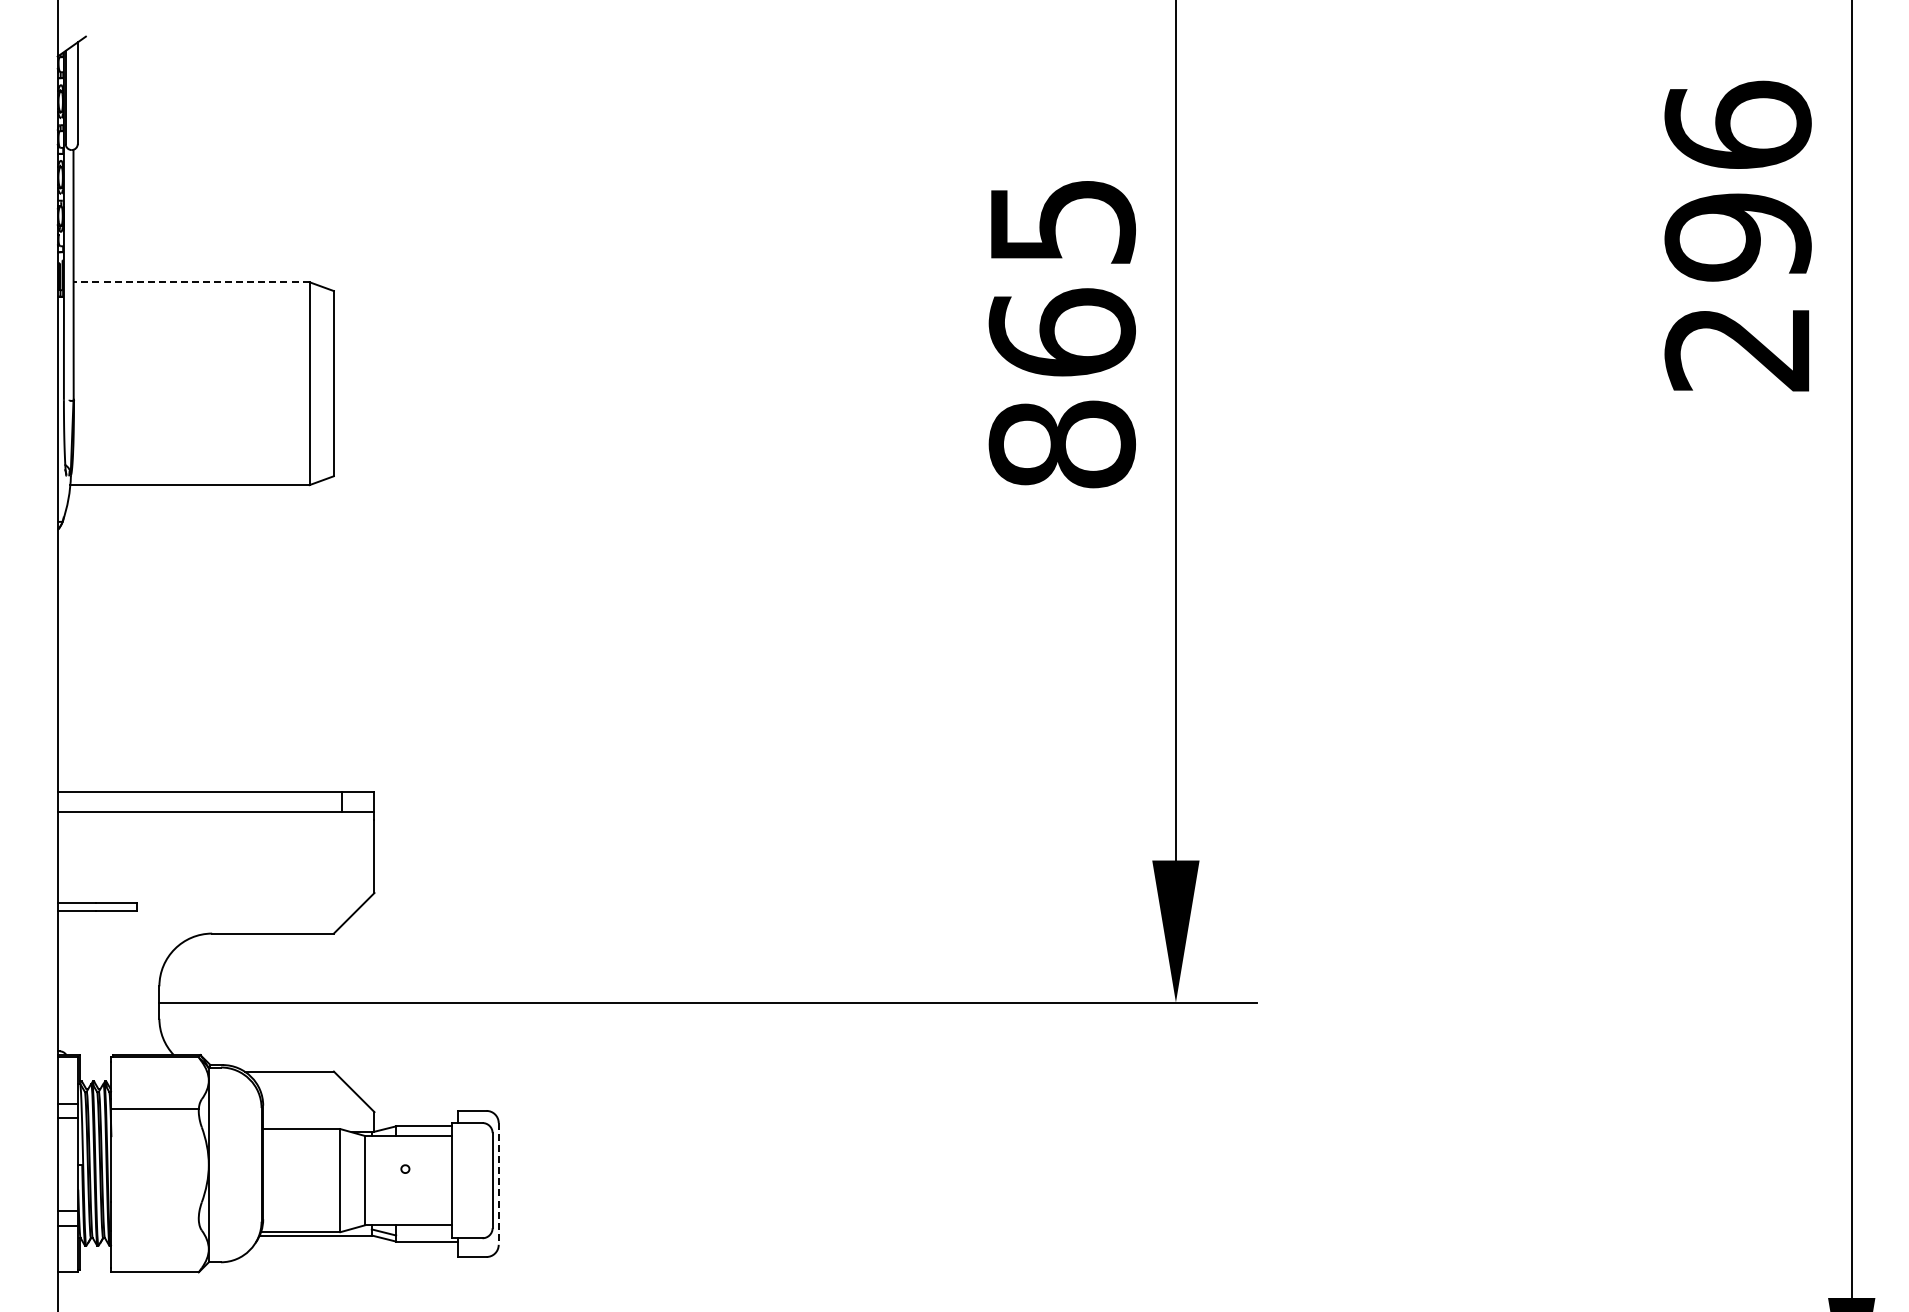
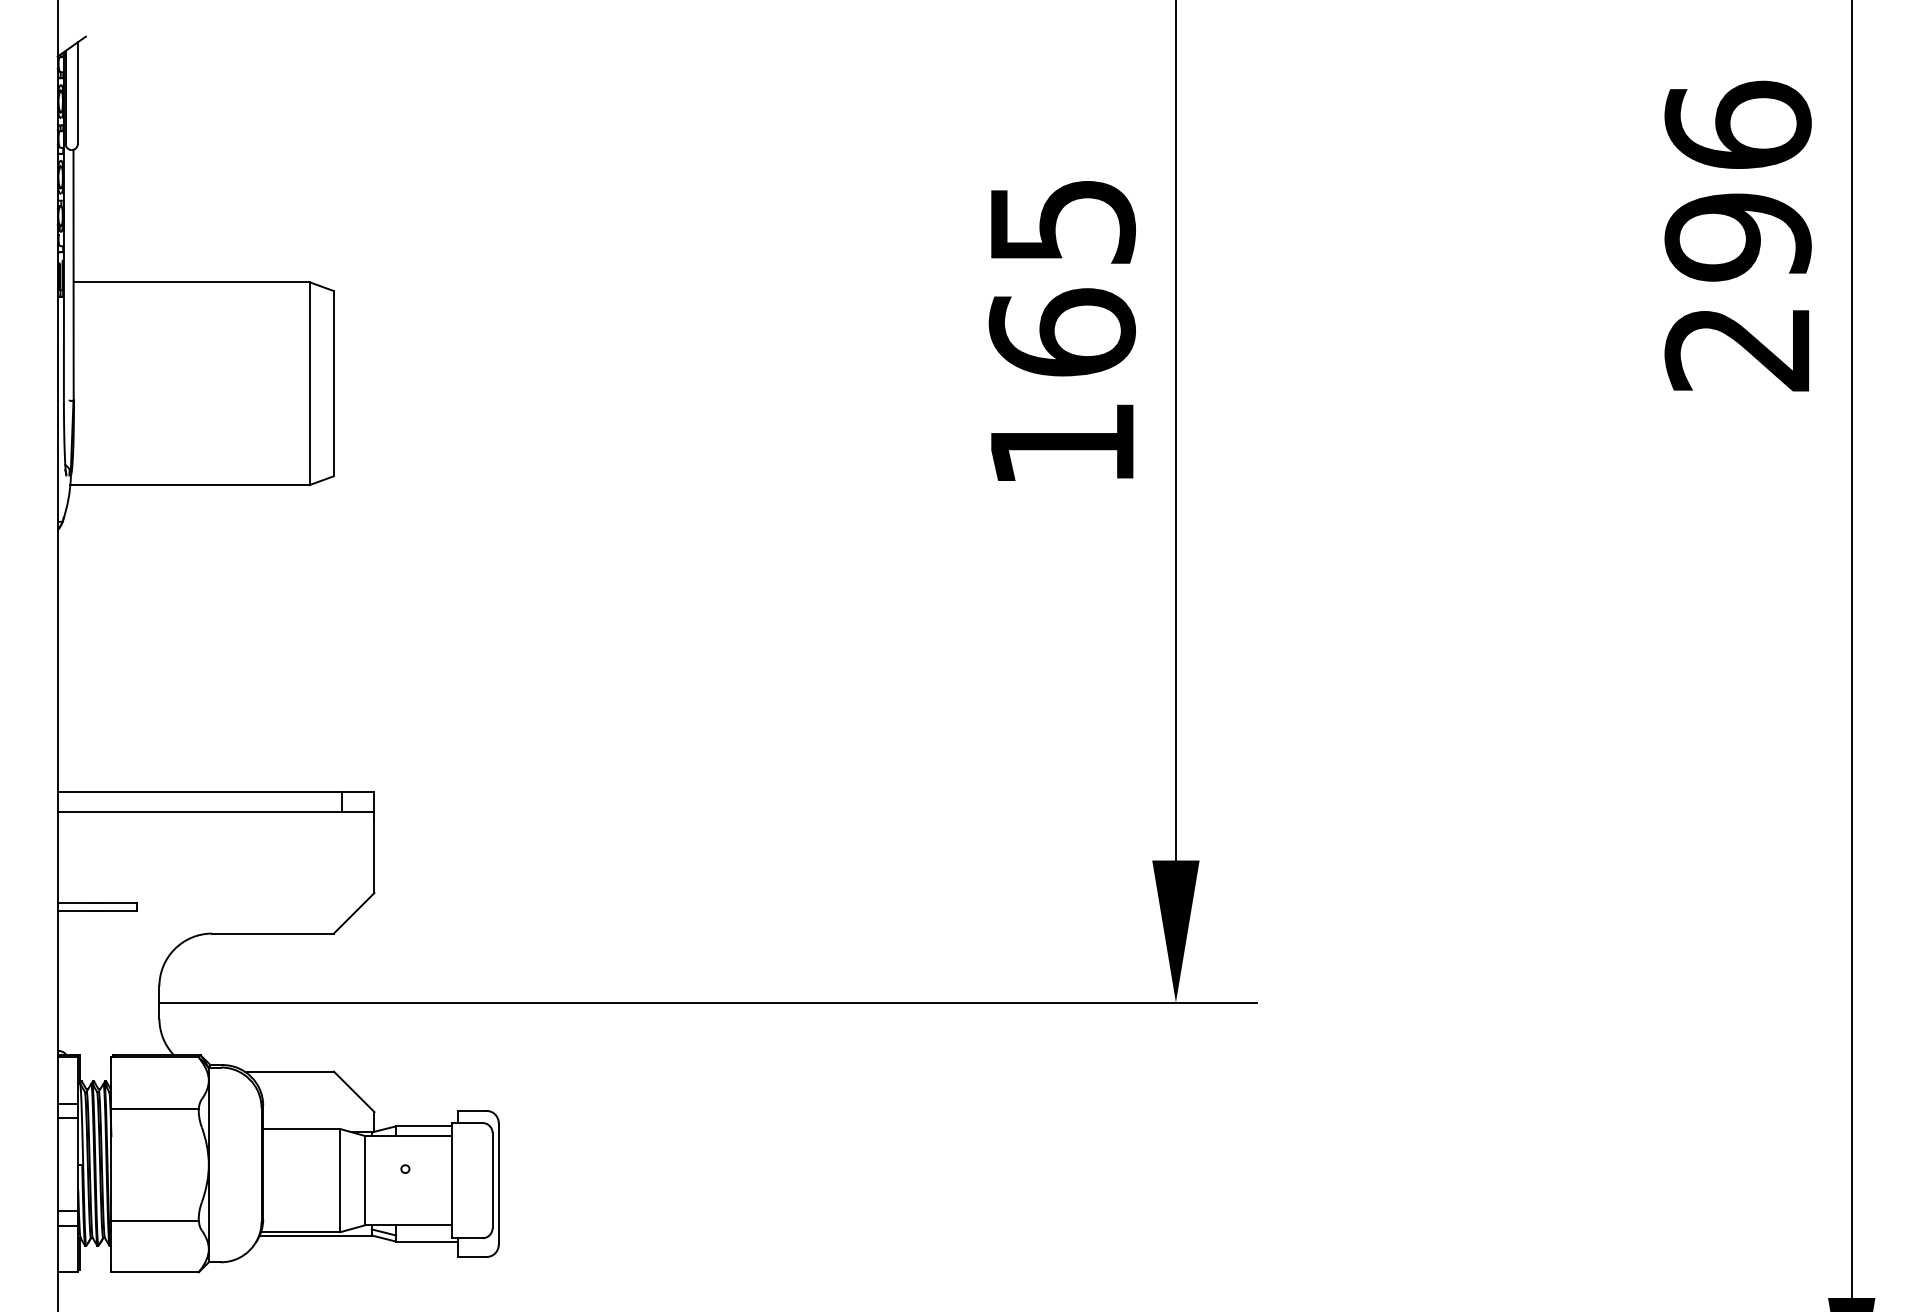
line at (191, 282): dashed -> solid
text at (1061, 444): 865 -> 165
line at (498, 1183): dashed -> solid
line at (154, 1221): none -> present
